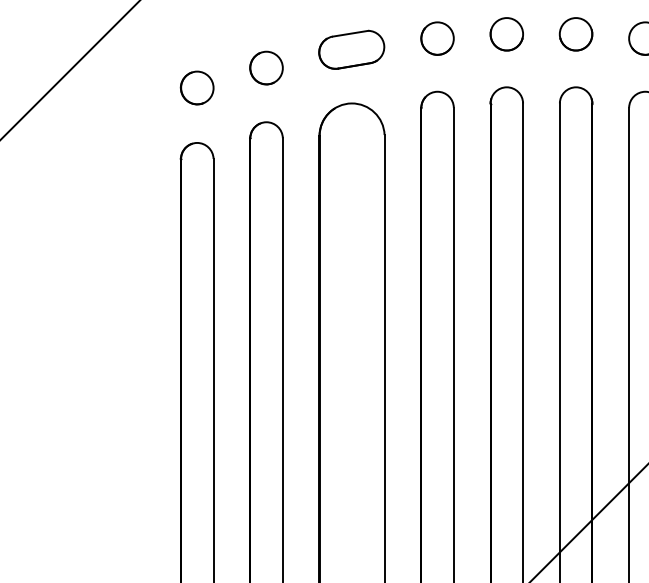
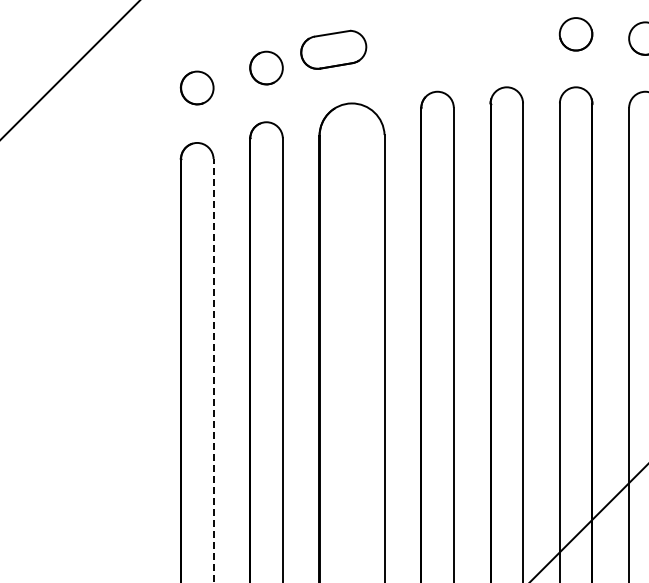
part at (506, 34): present -> none
part at (437, 38): present -> none
part at (351, 49) position: (351, 49) -> (333, 49)
line at (213, 370): solid -> dashed
